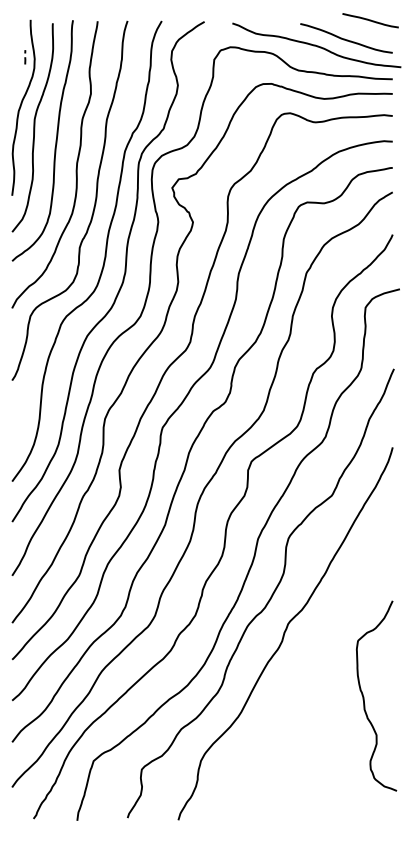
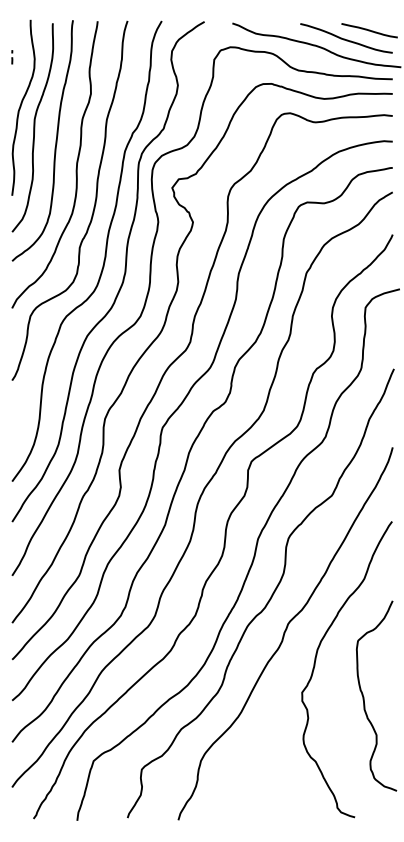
line at (370, 20) position: (370, 20) -> (369, 30)
line at (25, 57) position: (25, 57) -> (12, 57)
curve at (315, 666): none -> present
